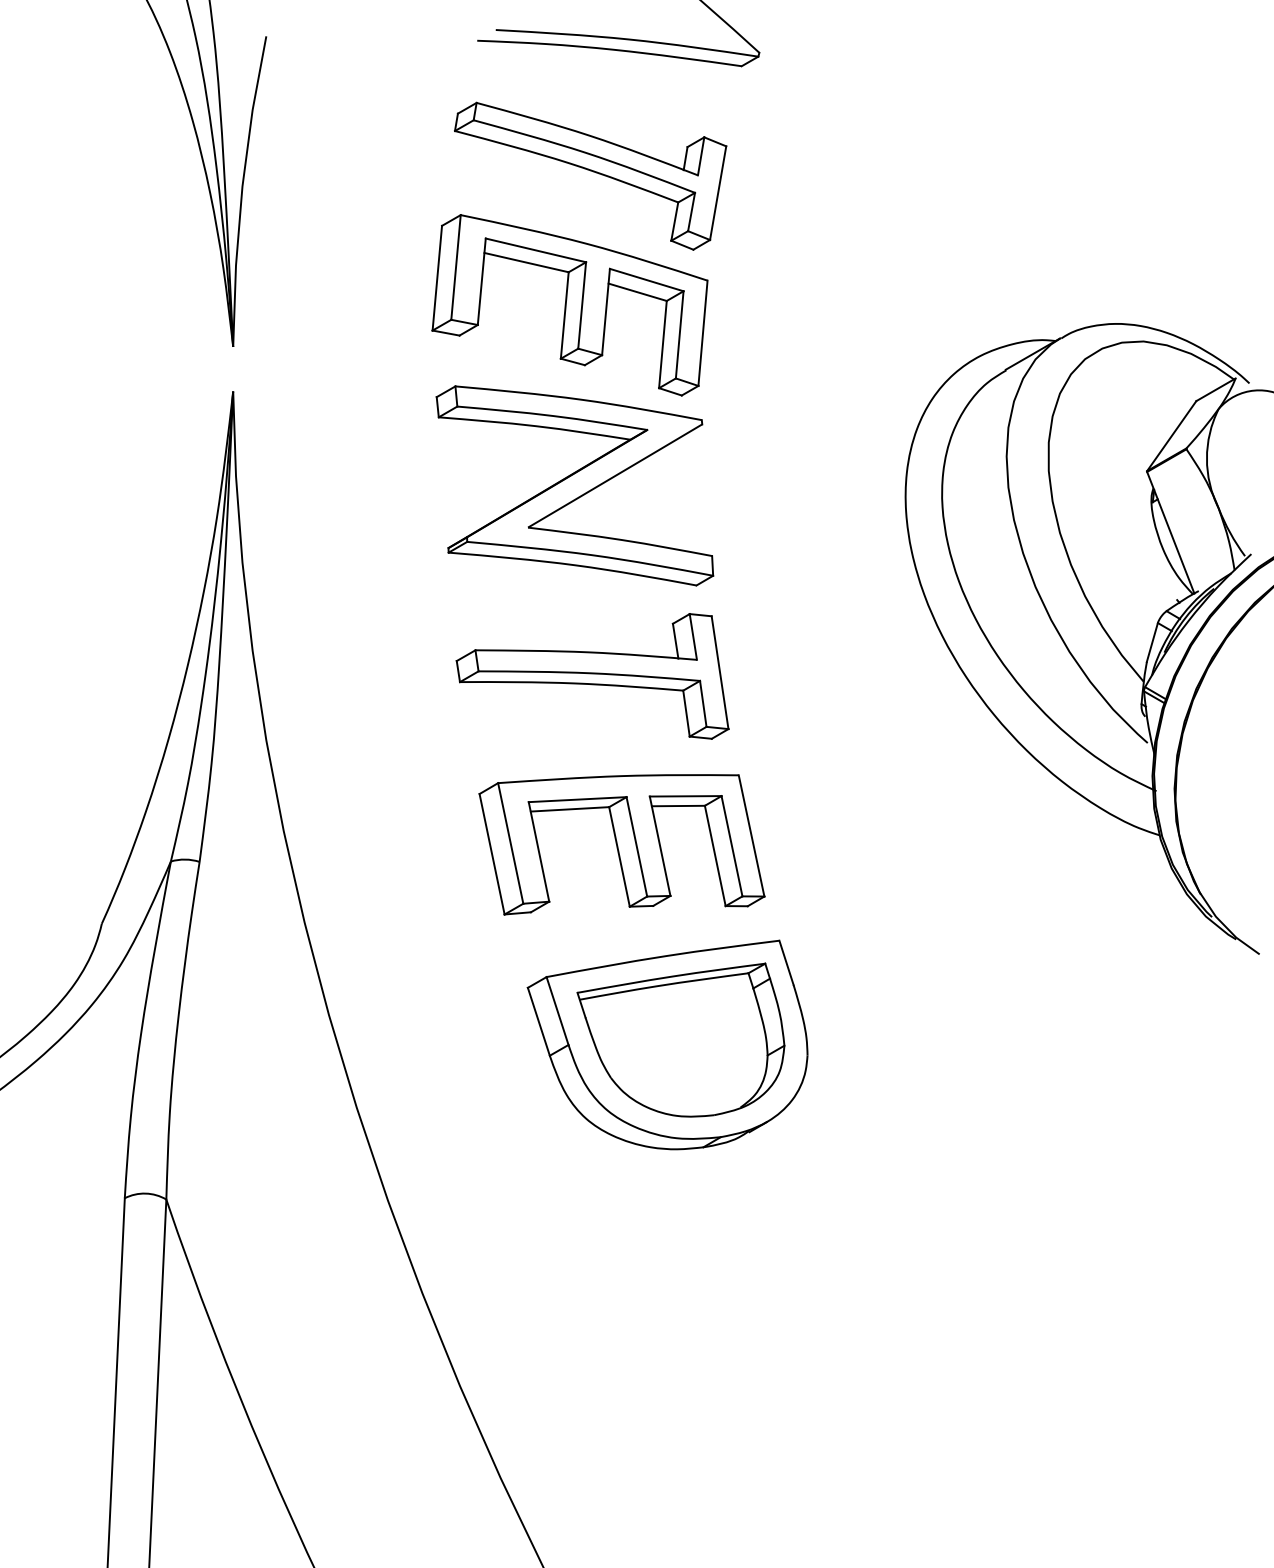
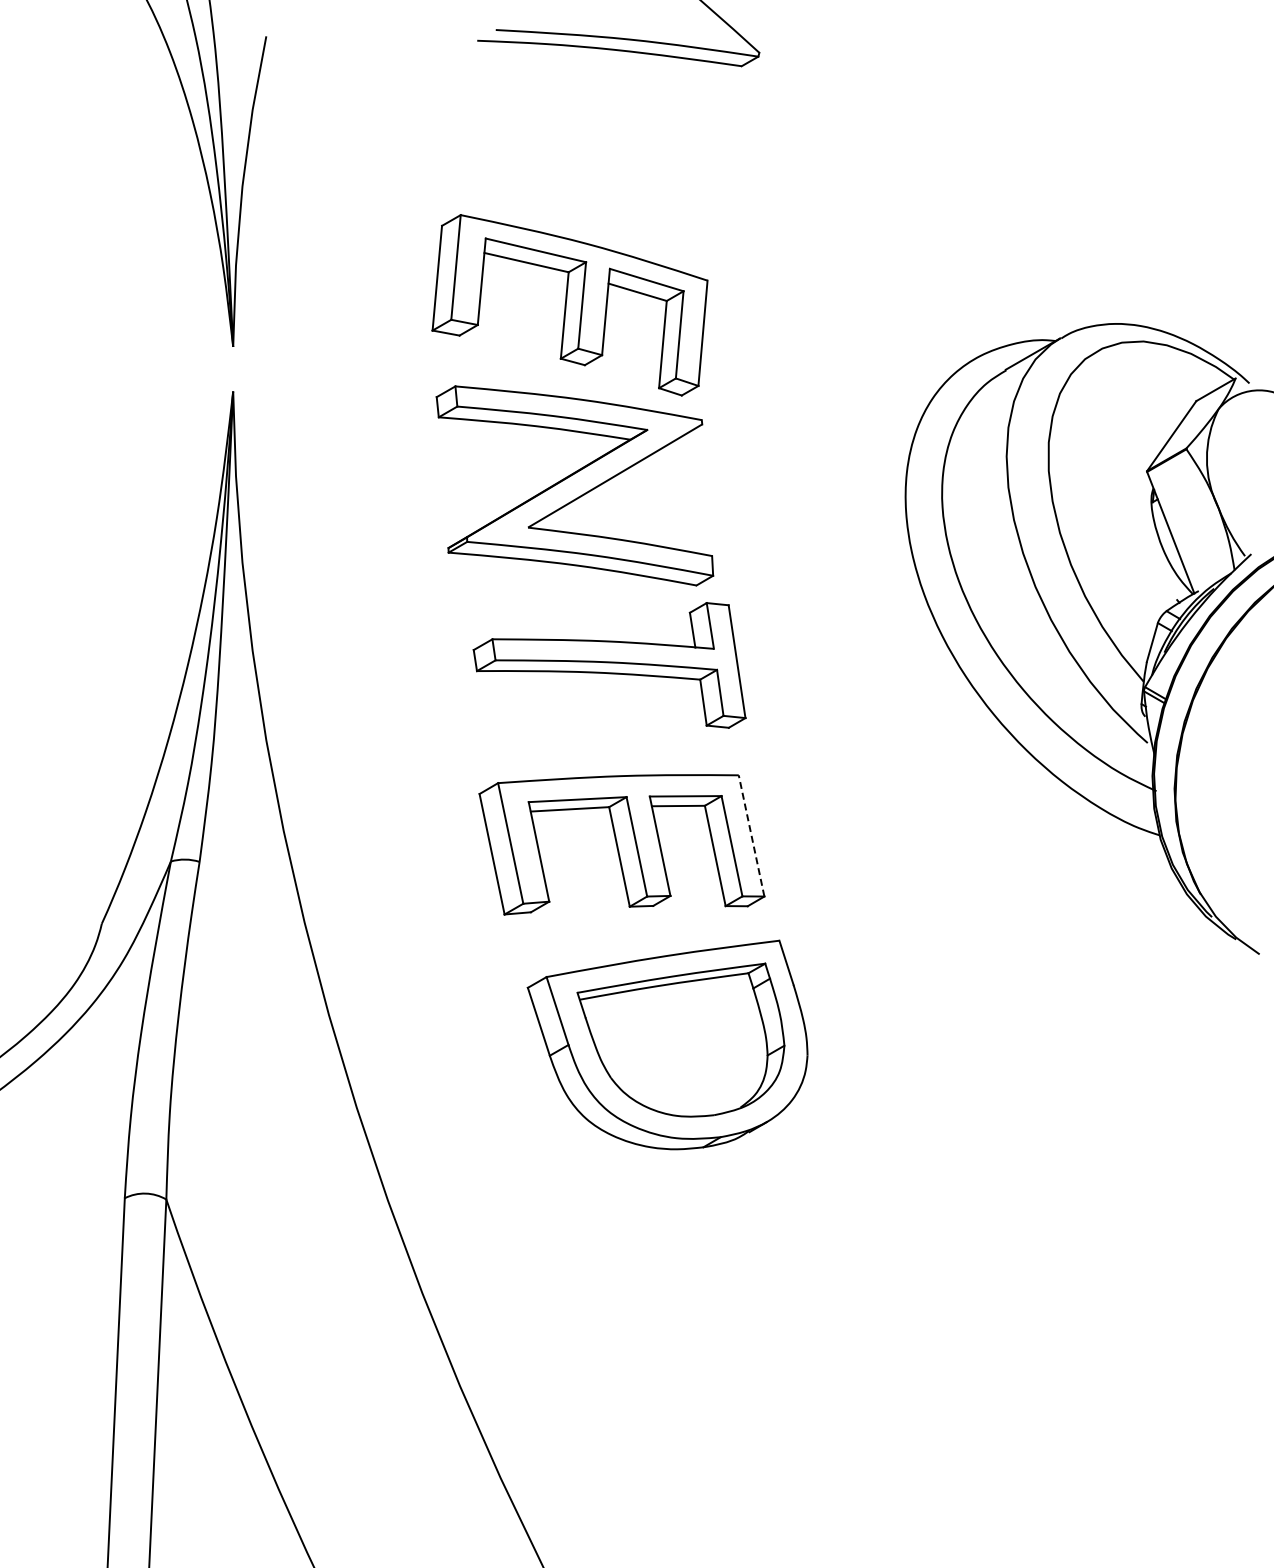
part at (590, 175): present -> none
part at (592, 676) position: (592, 676) -> (609, 665)
line at (751, 835): solid -> dashed
